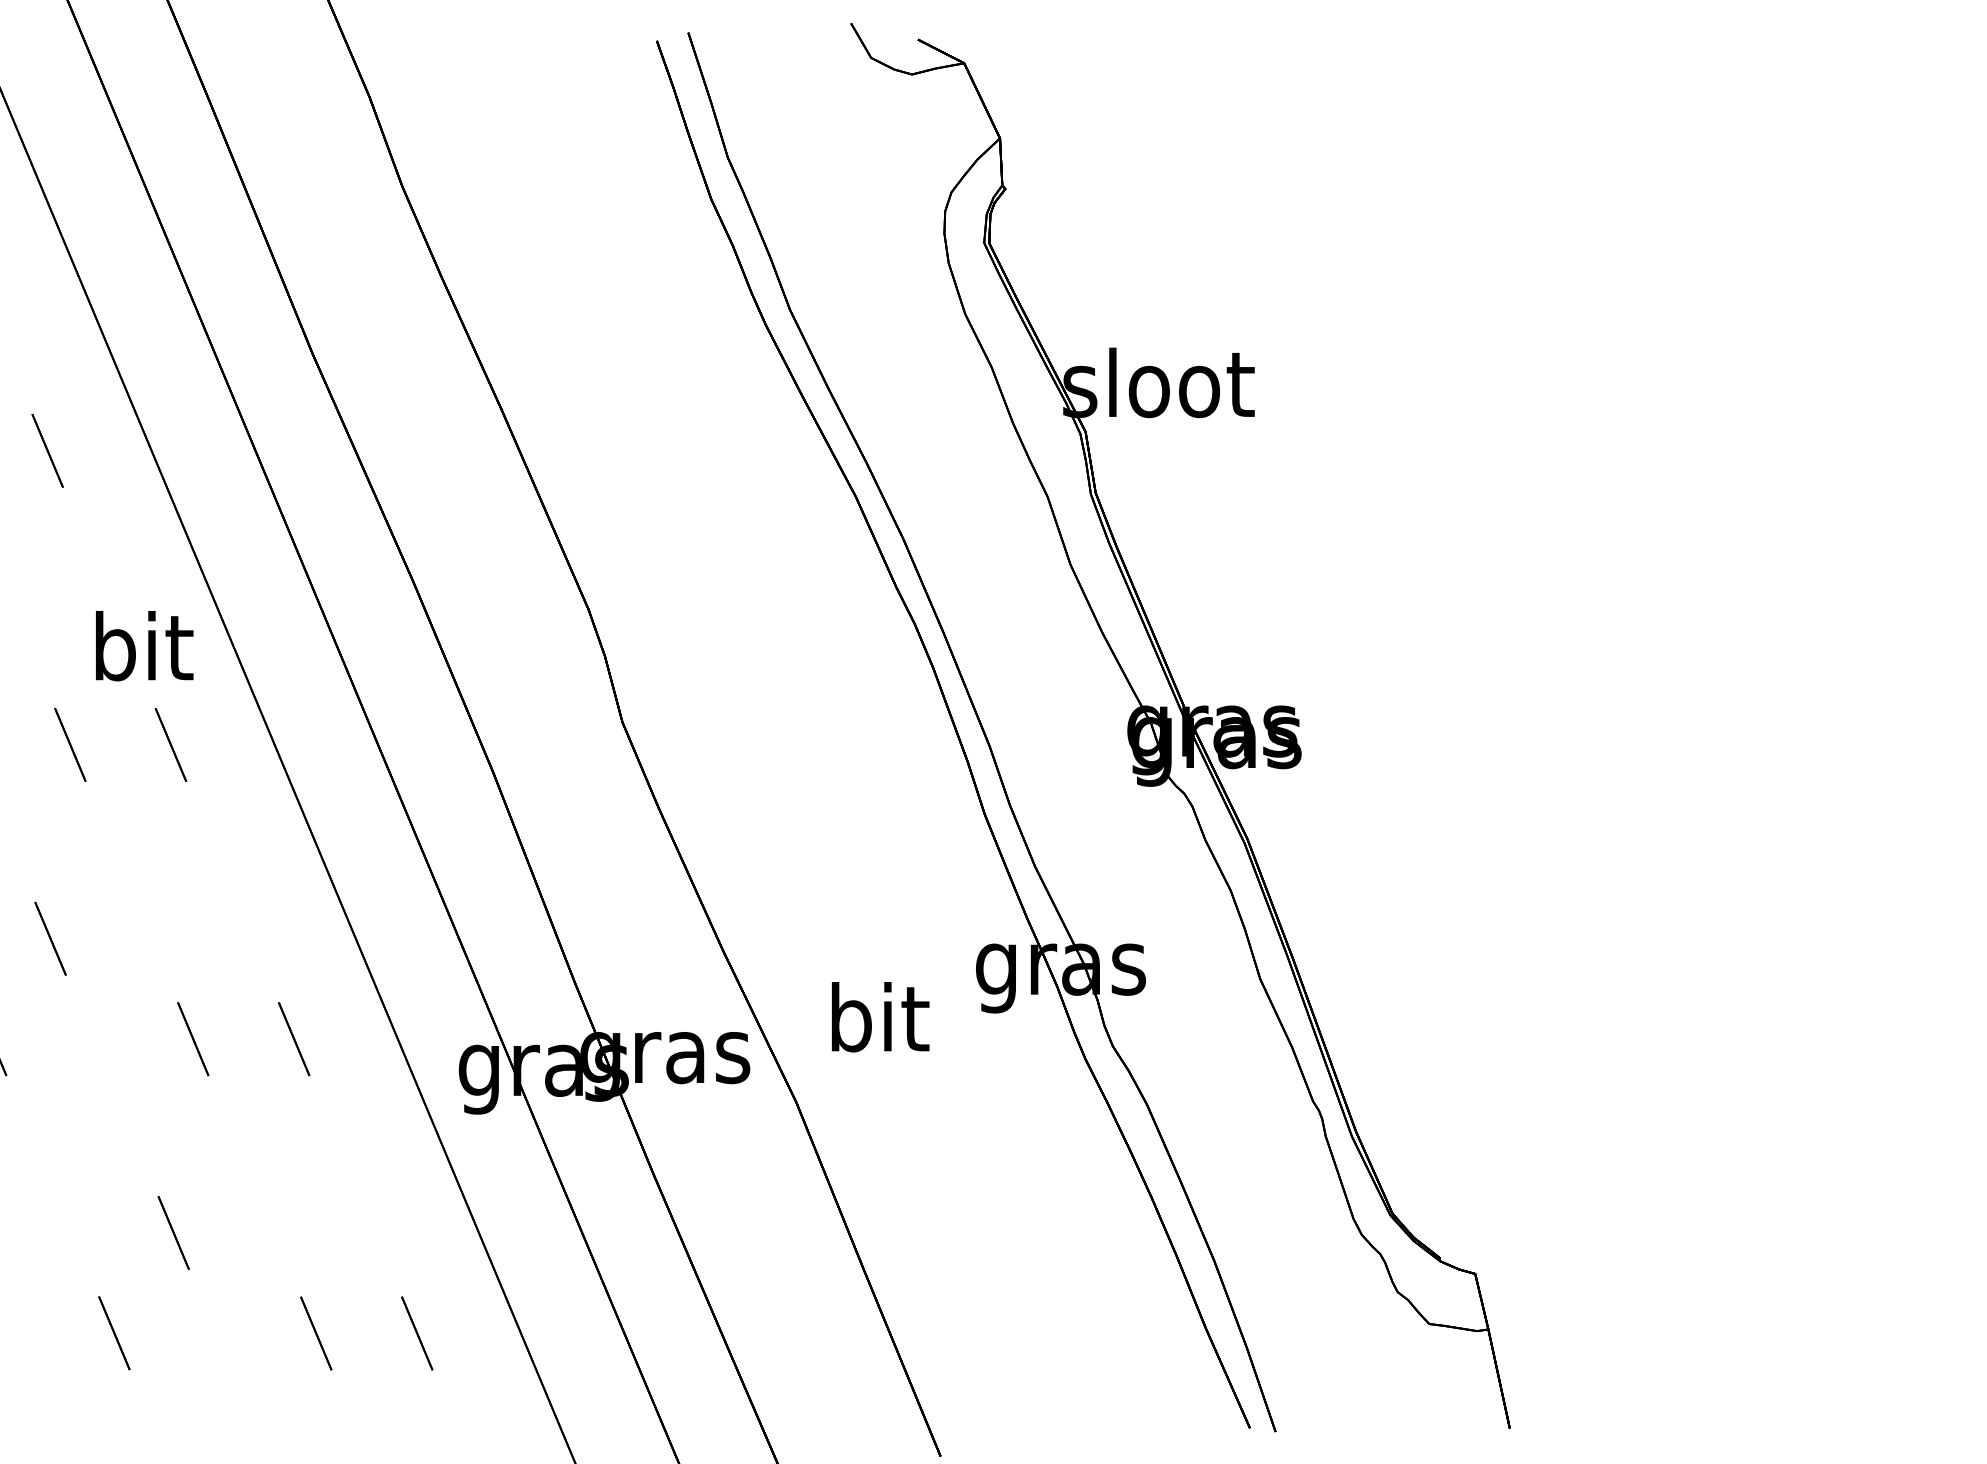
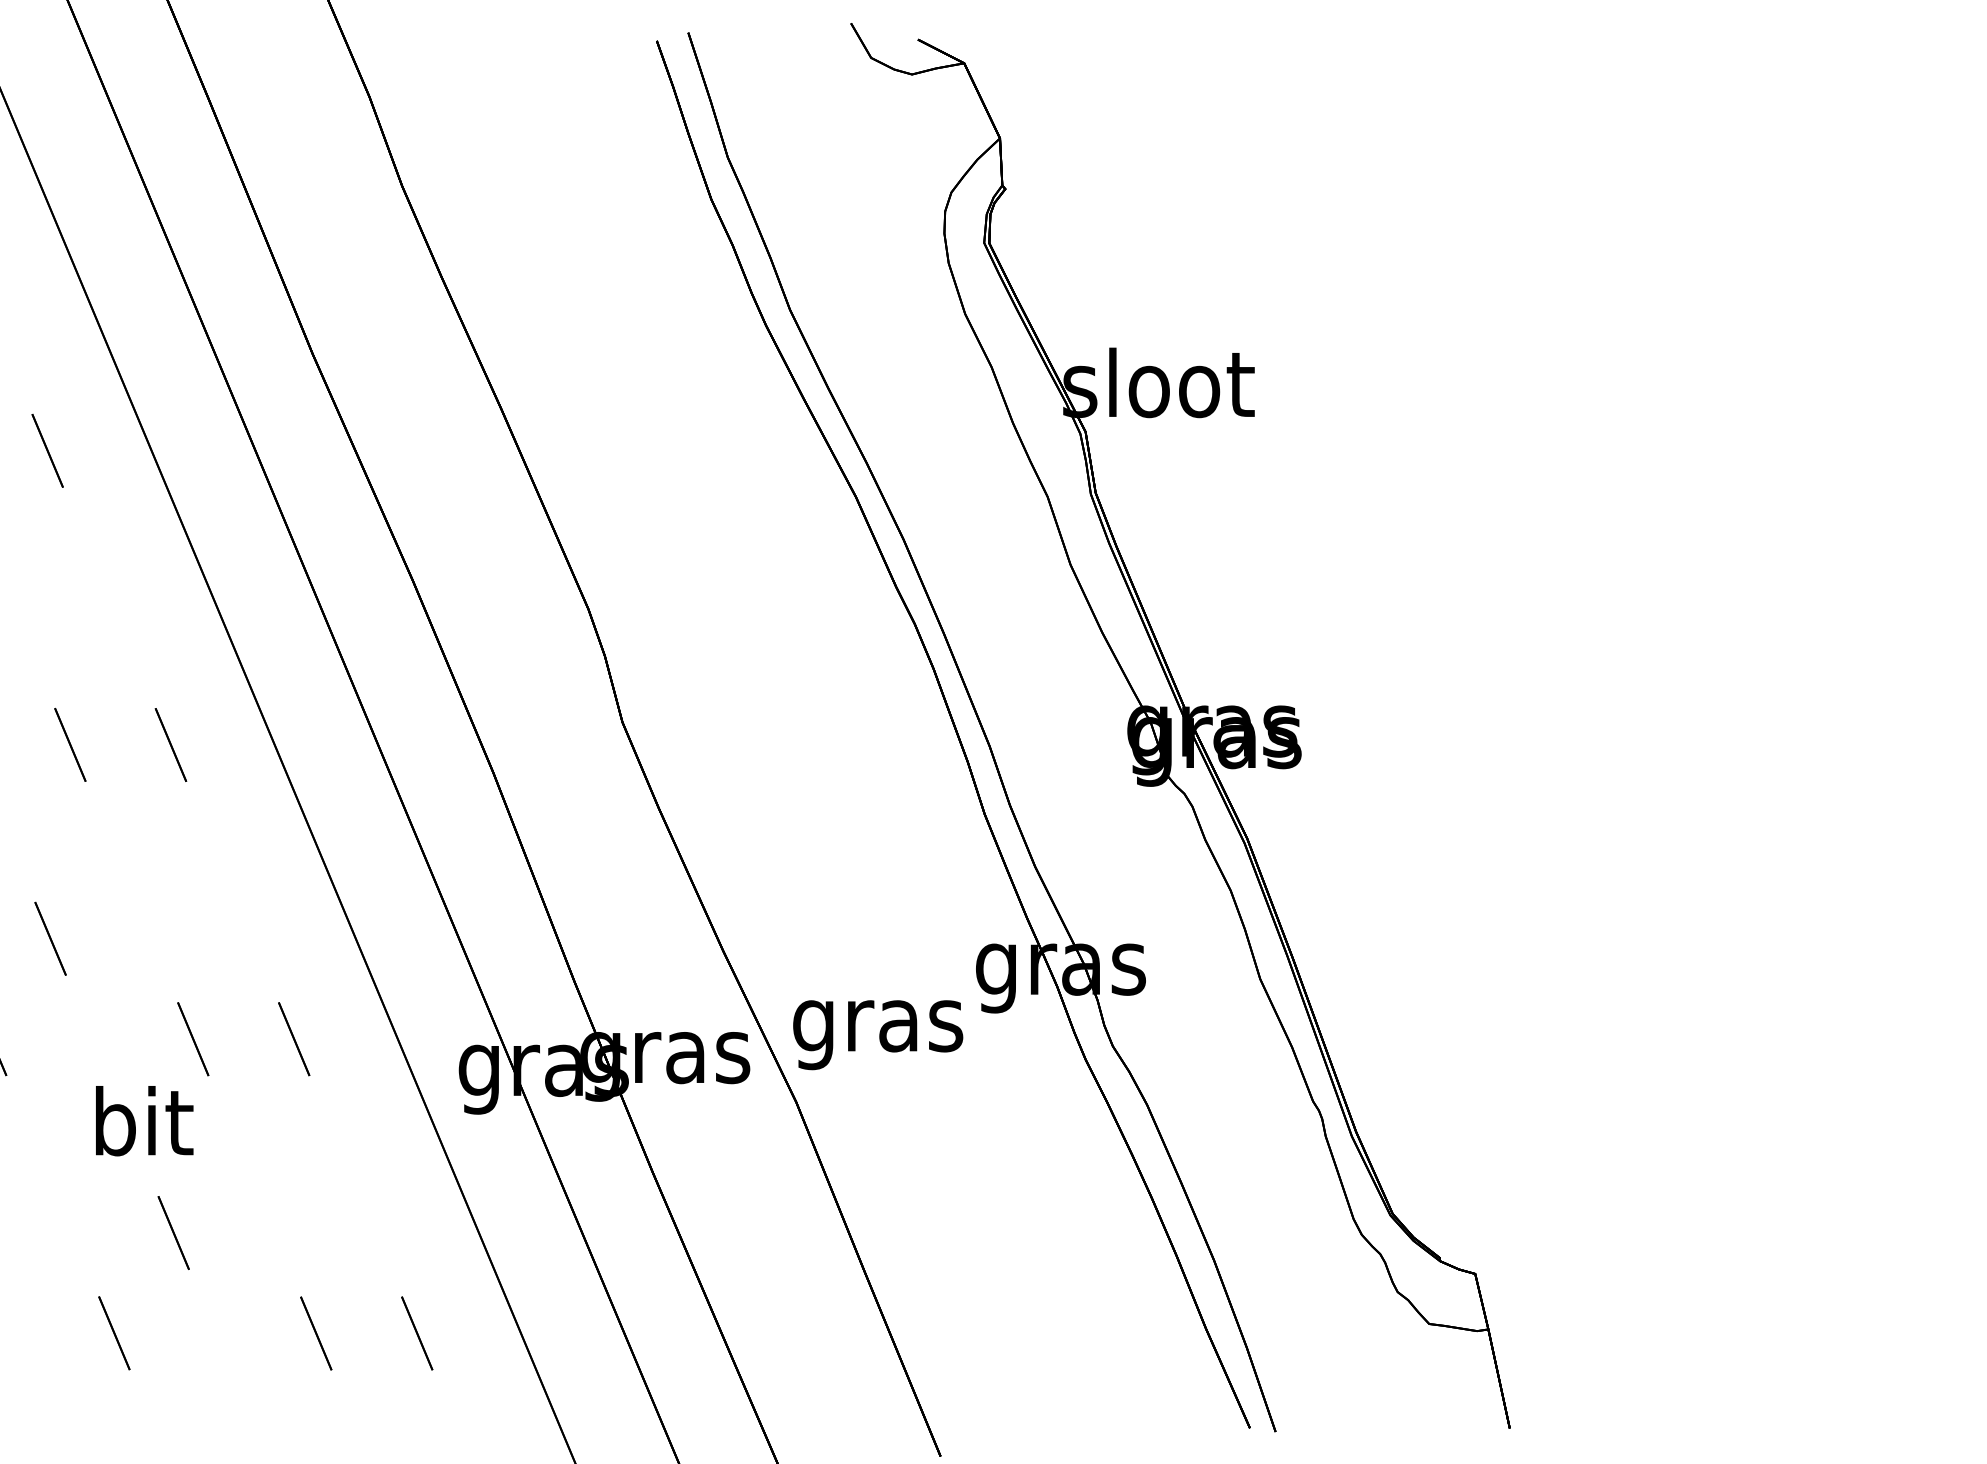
text at (144, 646) position: (144, 646) -> (144, 1121)
text at (878, 1026): bit -> gras
